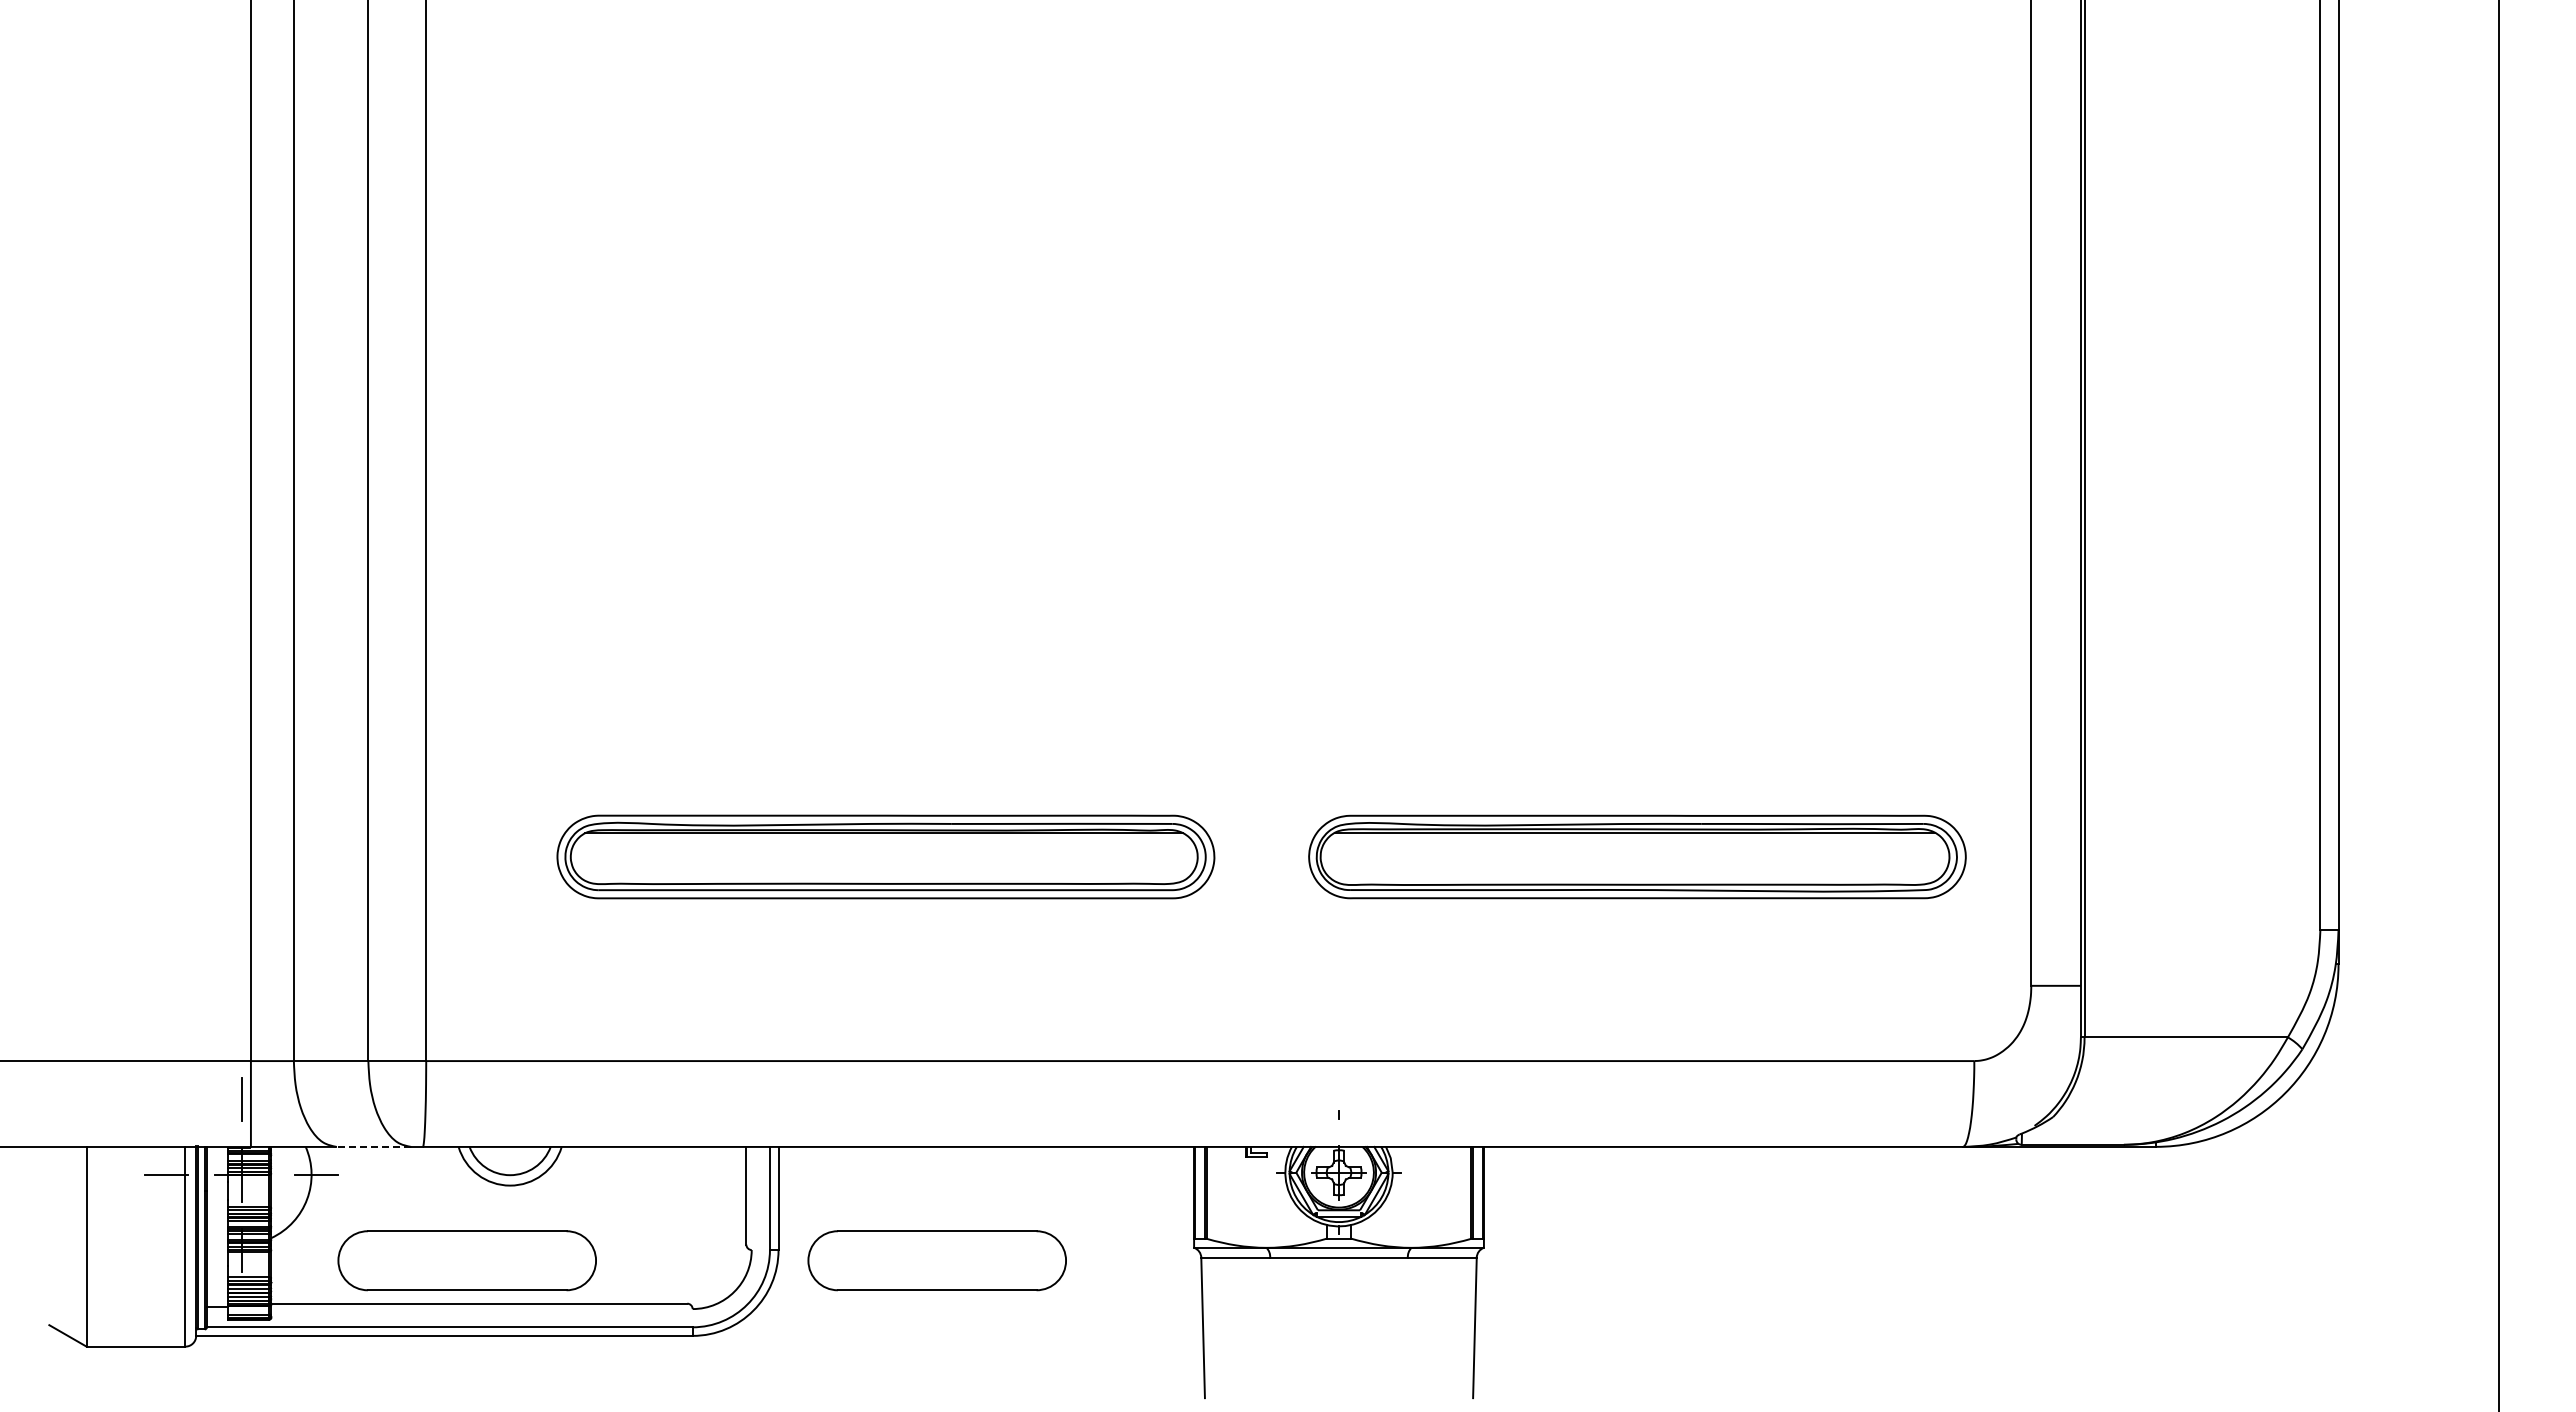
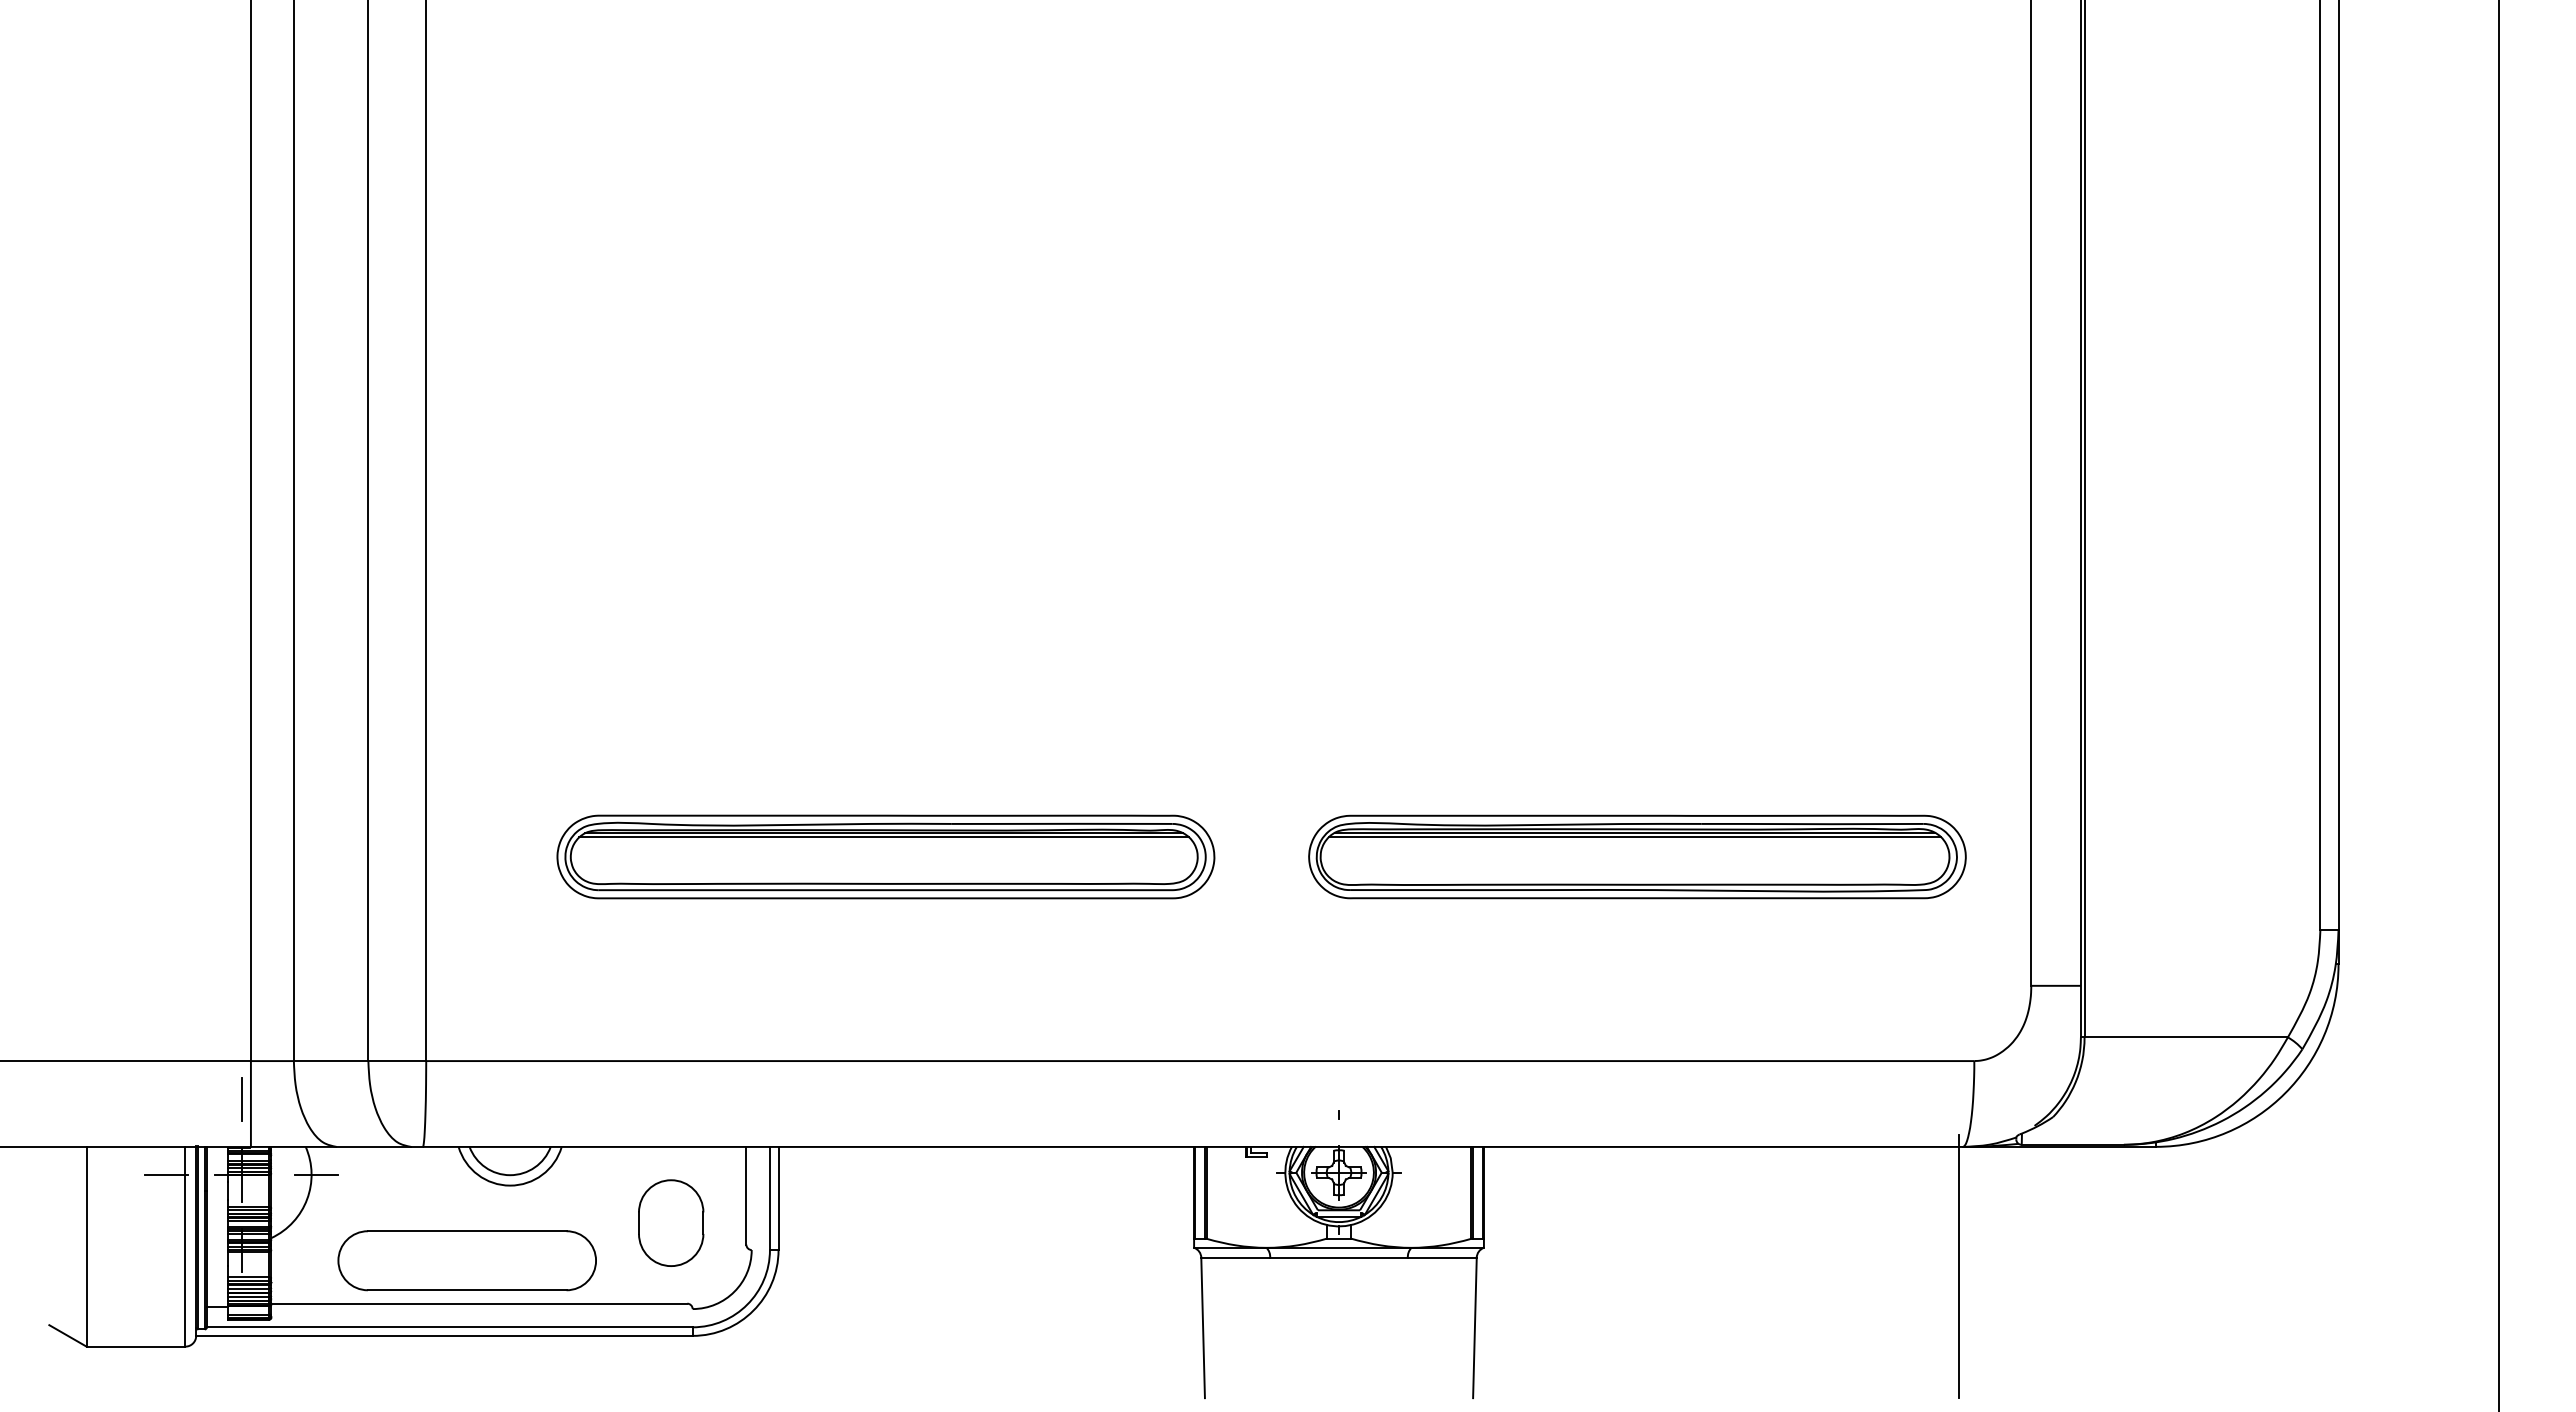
line at (884, 837): none -> present
line at (1634, 837): none -> present
line at (373, 1146): dashed -> solid
part at (671, 1222): none -> present
part at (936, 1260): present -> none
line at (1959, 1266): none -> present
